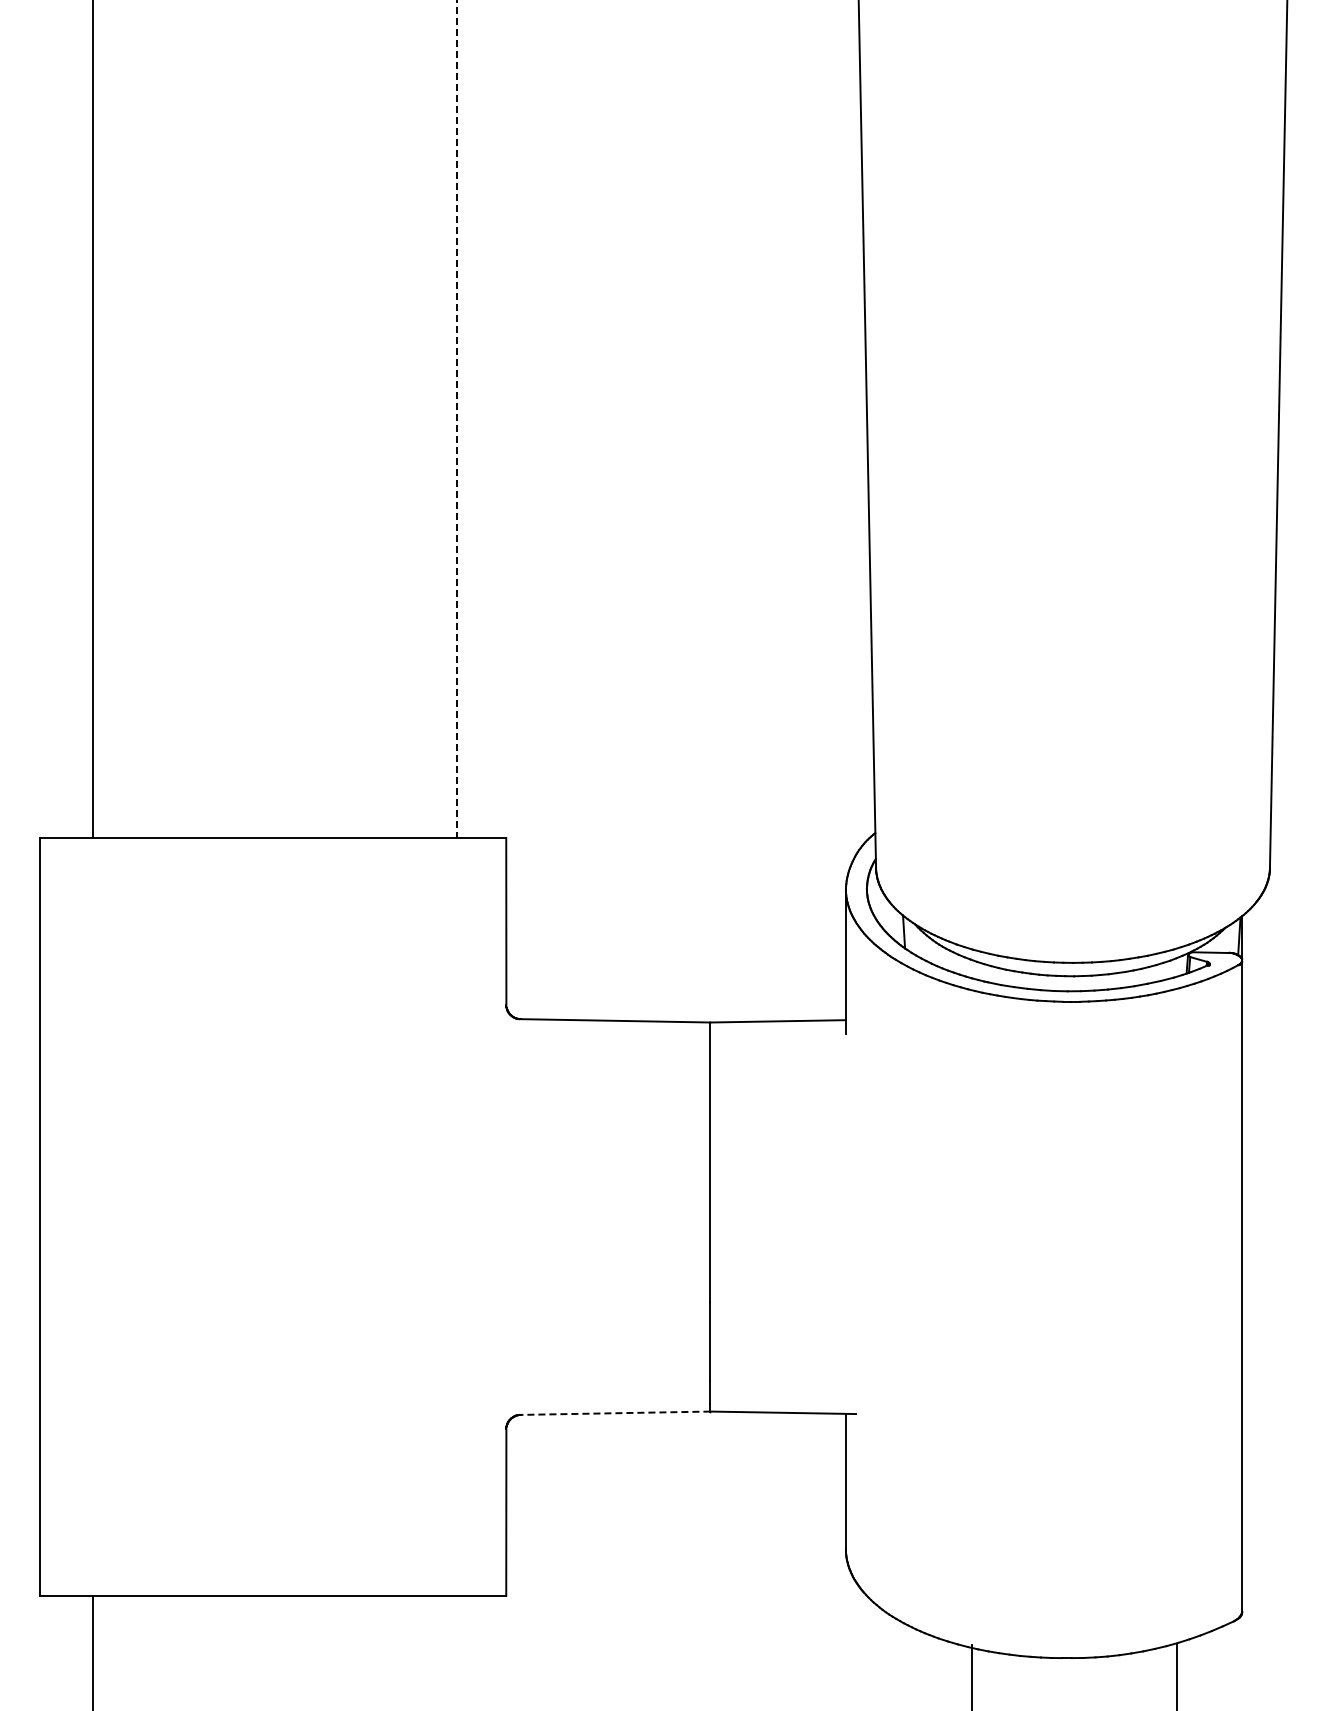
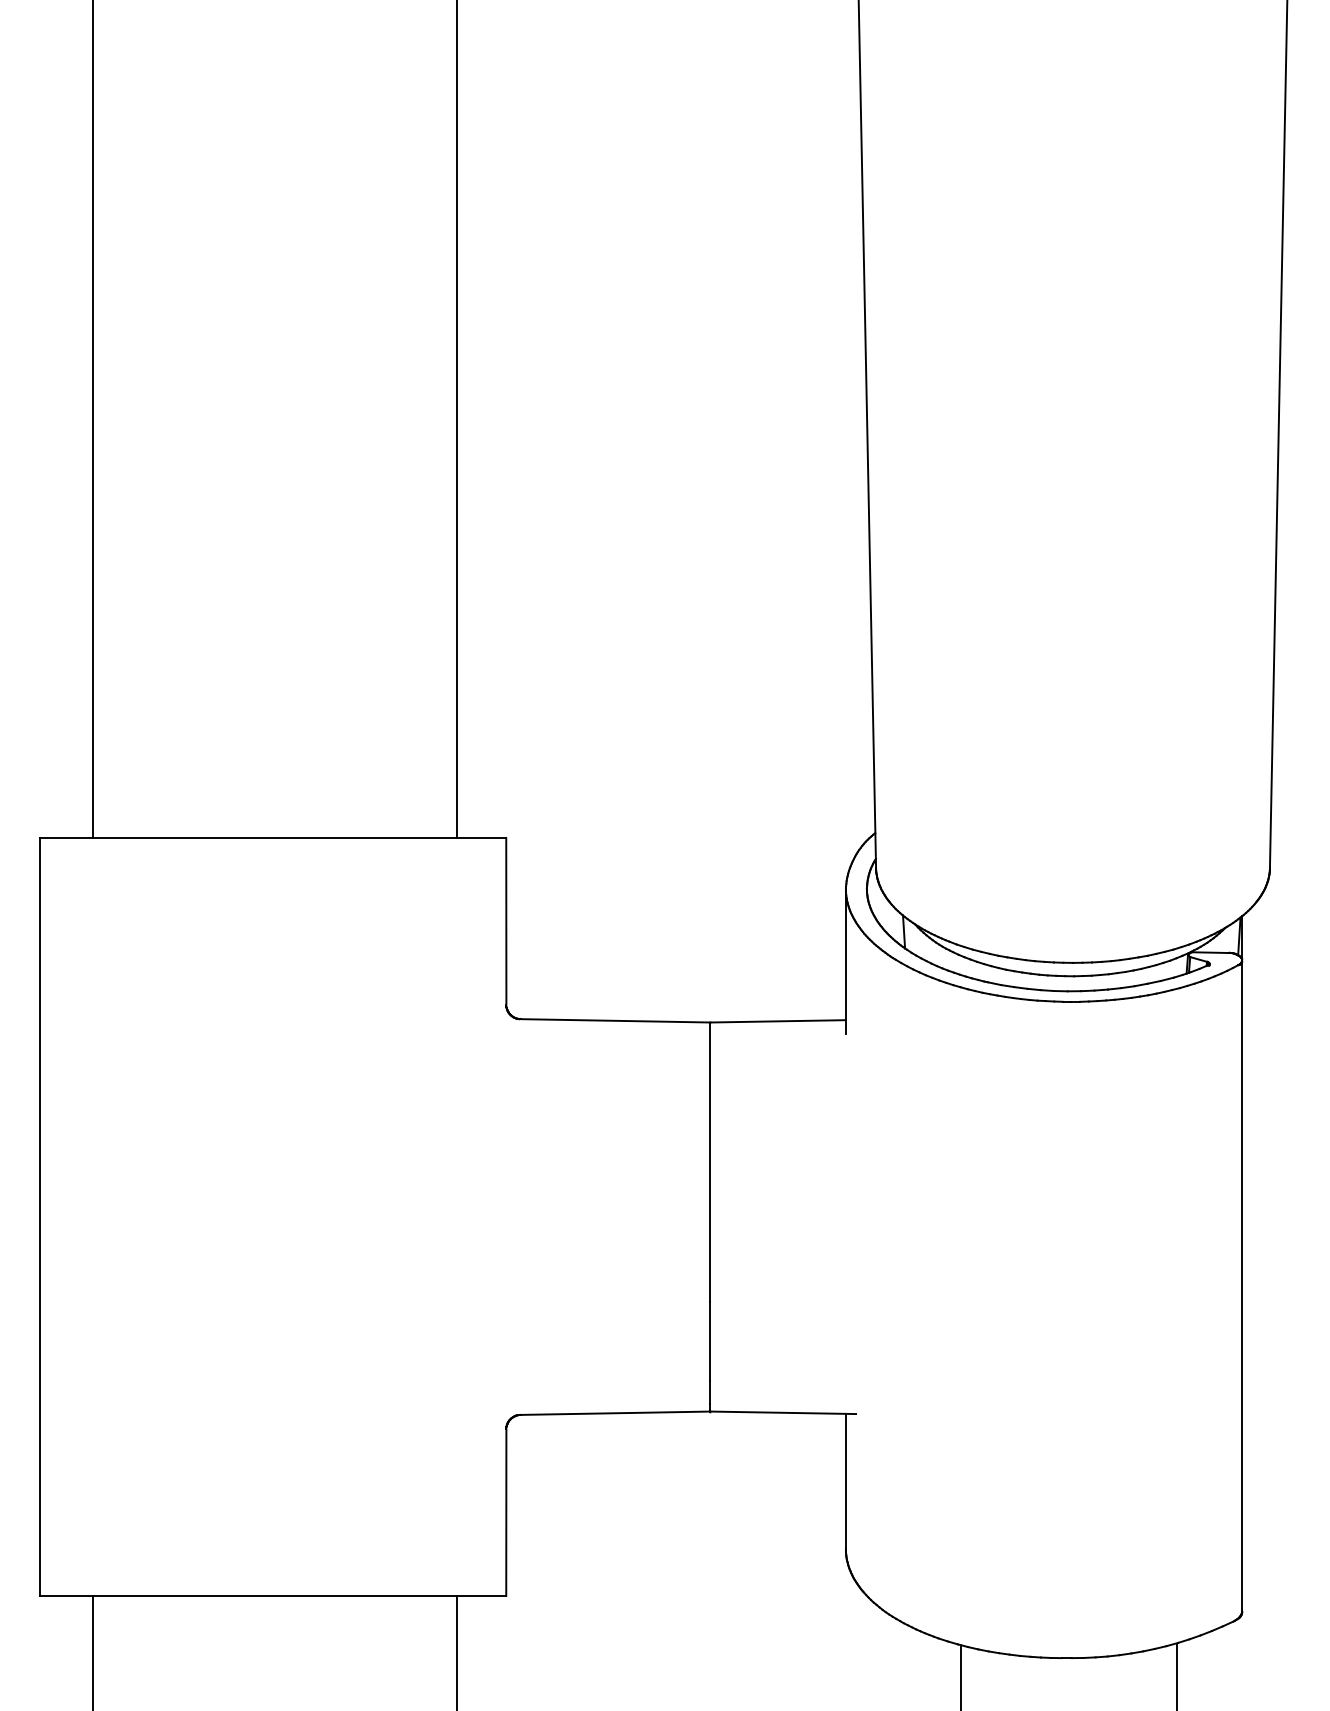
line at (456, 419): dashed -> solid
line at (615, 1413): dashed -> solid
line at (456, 1651): none -> present
line at (972, 1676) position: (972, 1676) -> (961, 1676)
